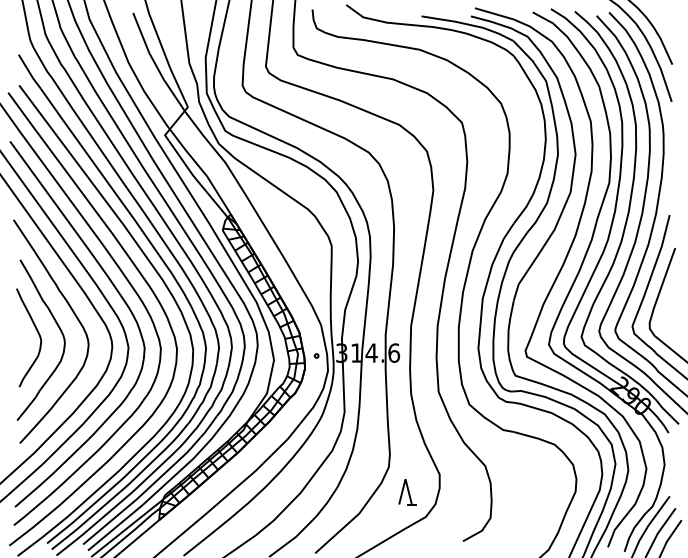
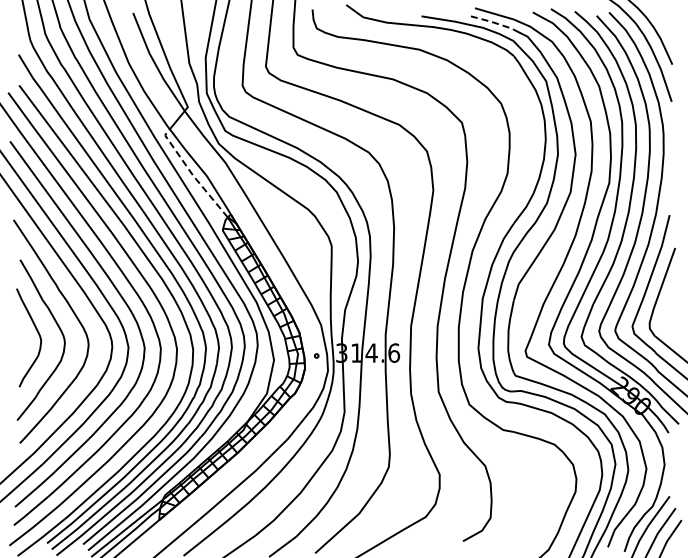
line at (493, 22): solid -> dashed
line at (192, 174): solid -> dashed
part at (407, 492): present -> none
